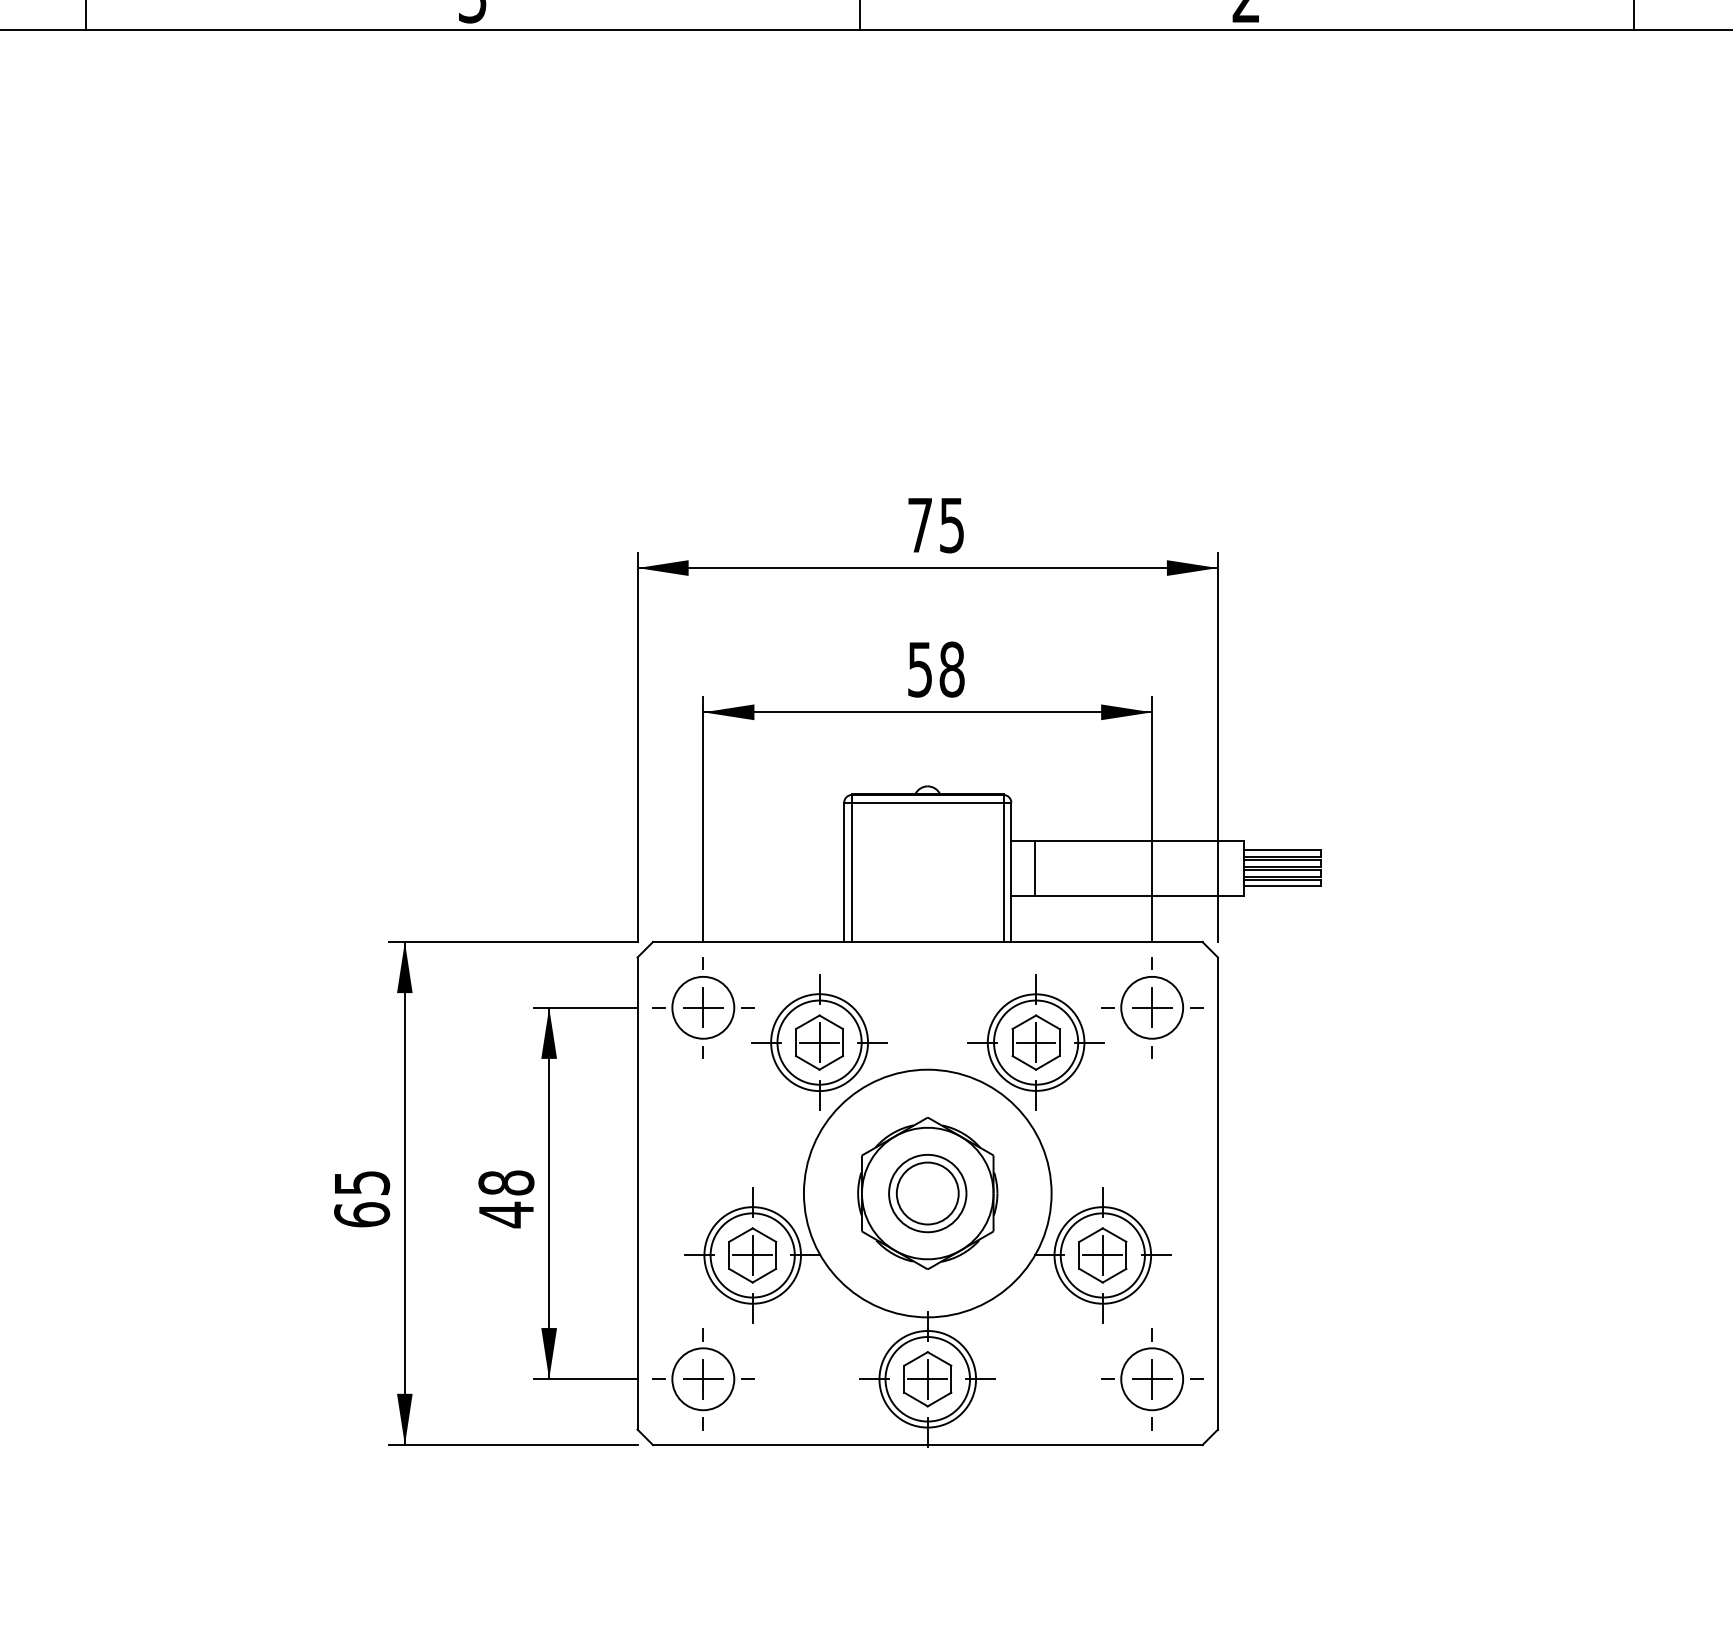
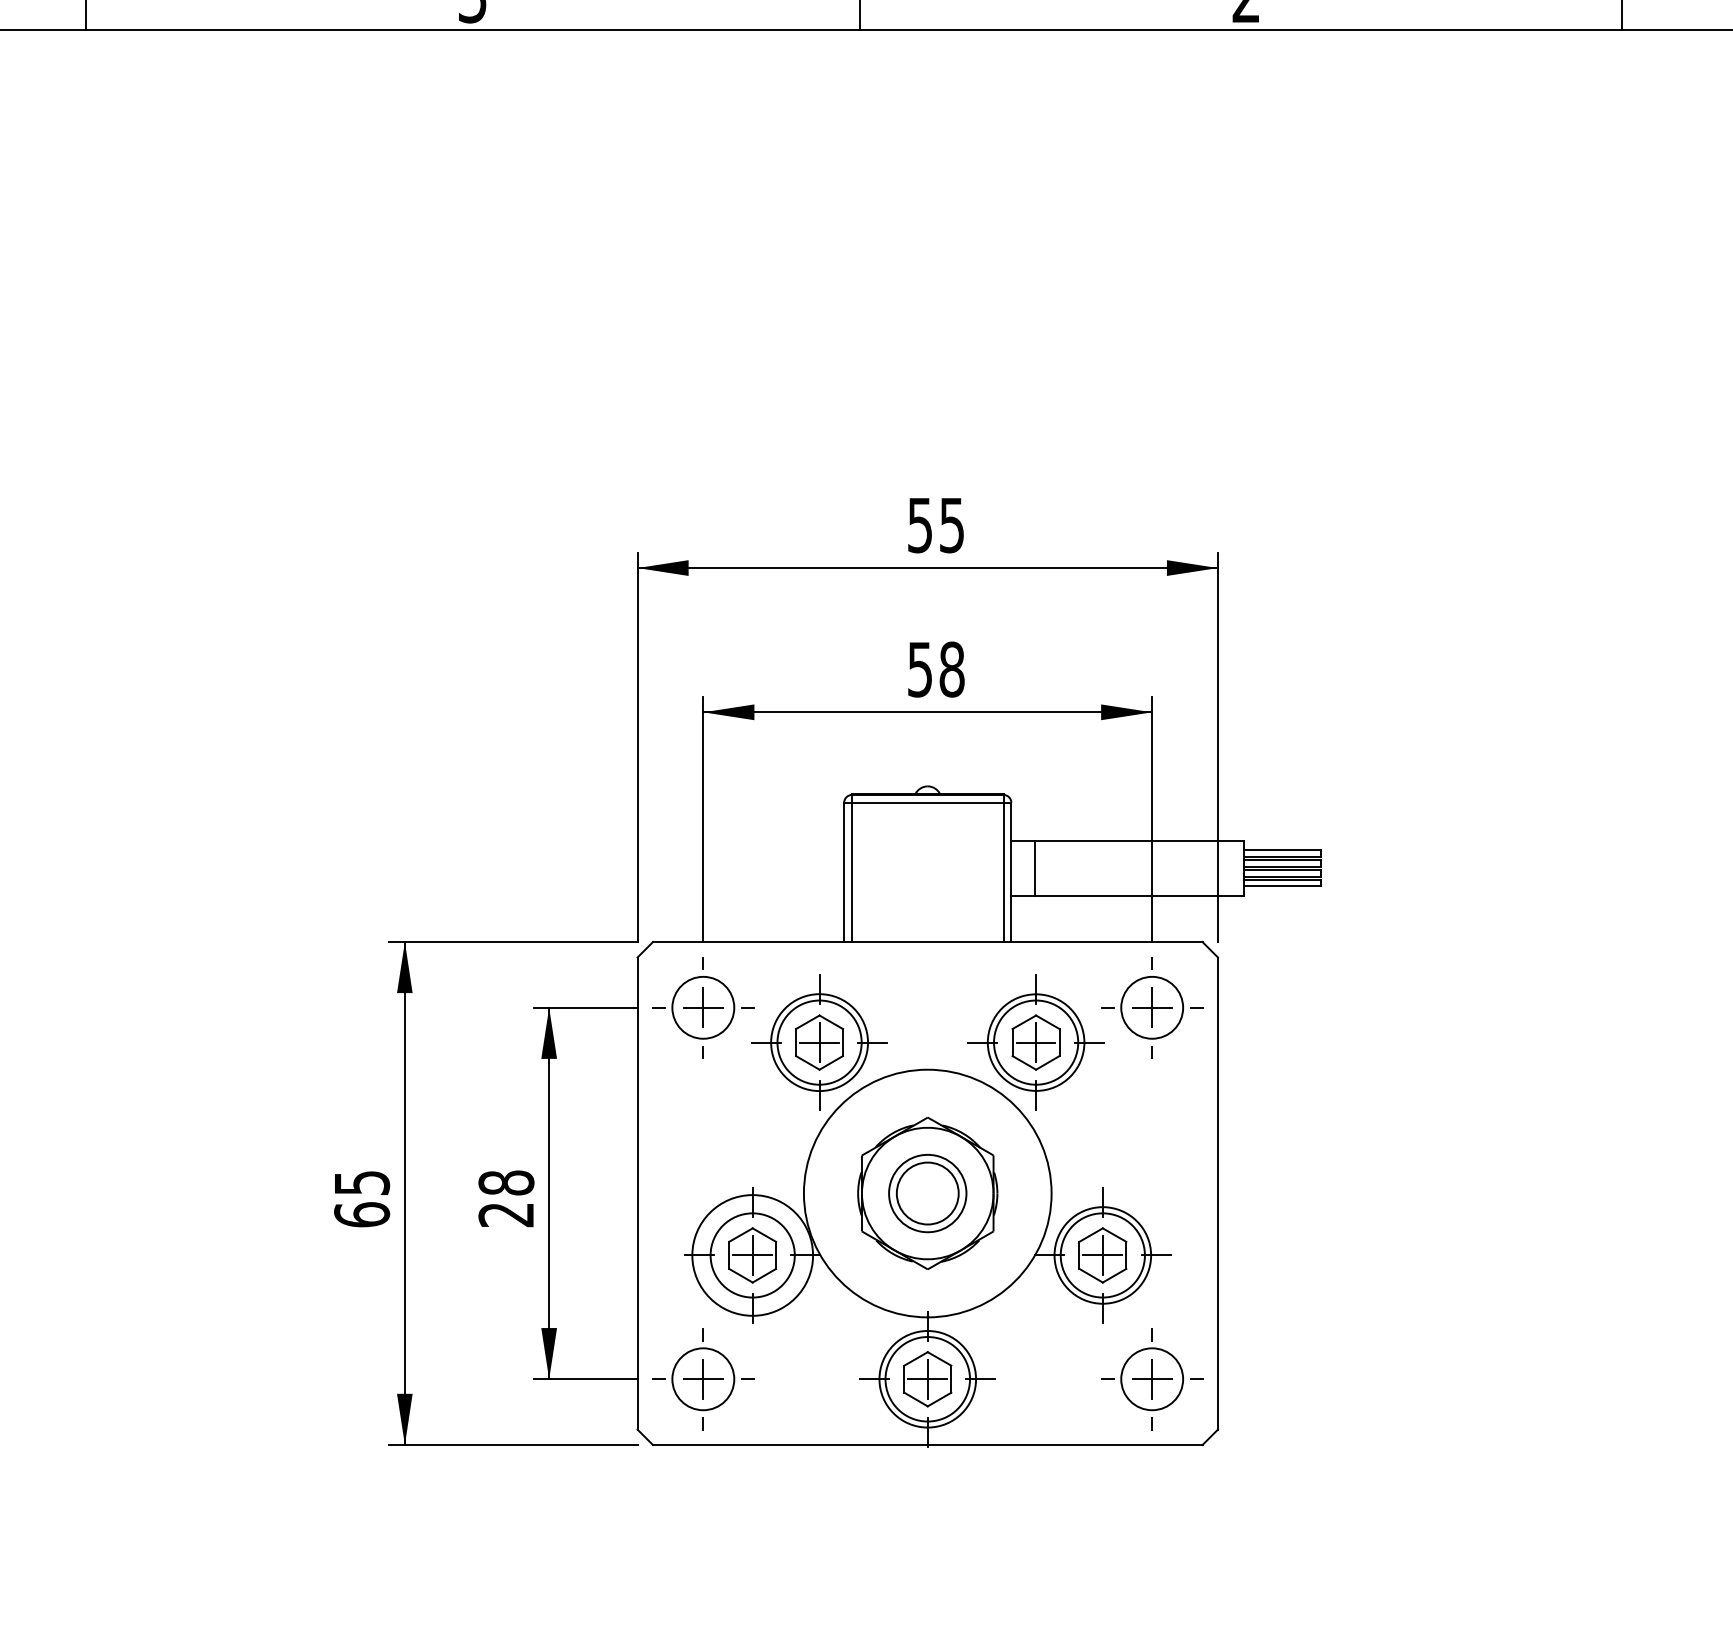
line at (1634, 16) position: (1634, 16) -> (1622, 16)
text at (919, 525): 75 -> 55
text at (505, 1214): 48 -> 28
circle at (752, 1255) diameter: 97 px -> 121 px
